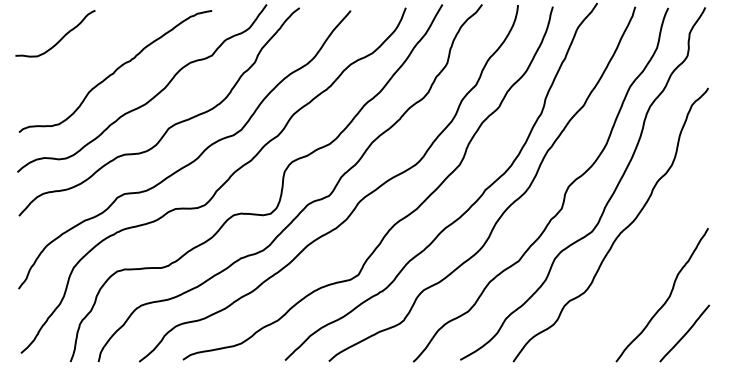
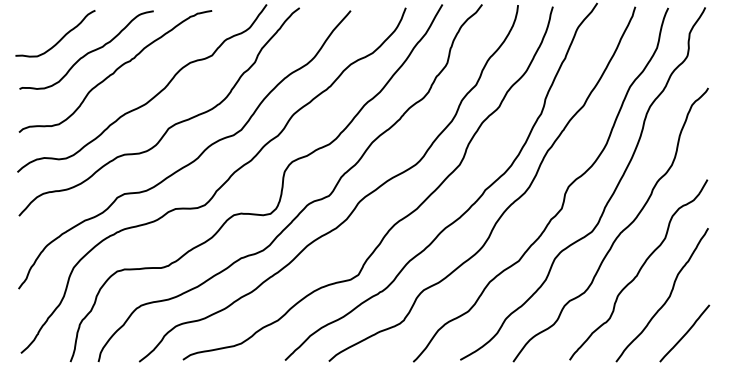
curve at (87, 52): none -> present
curve at (639, 269): none -> present
